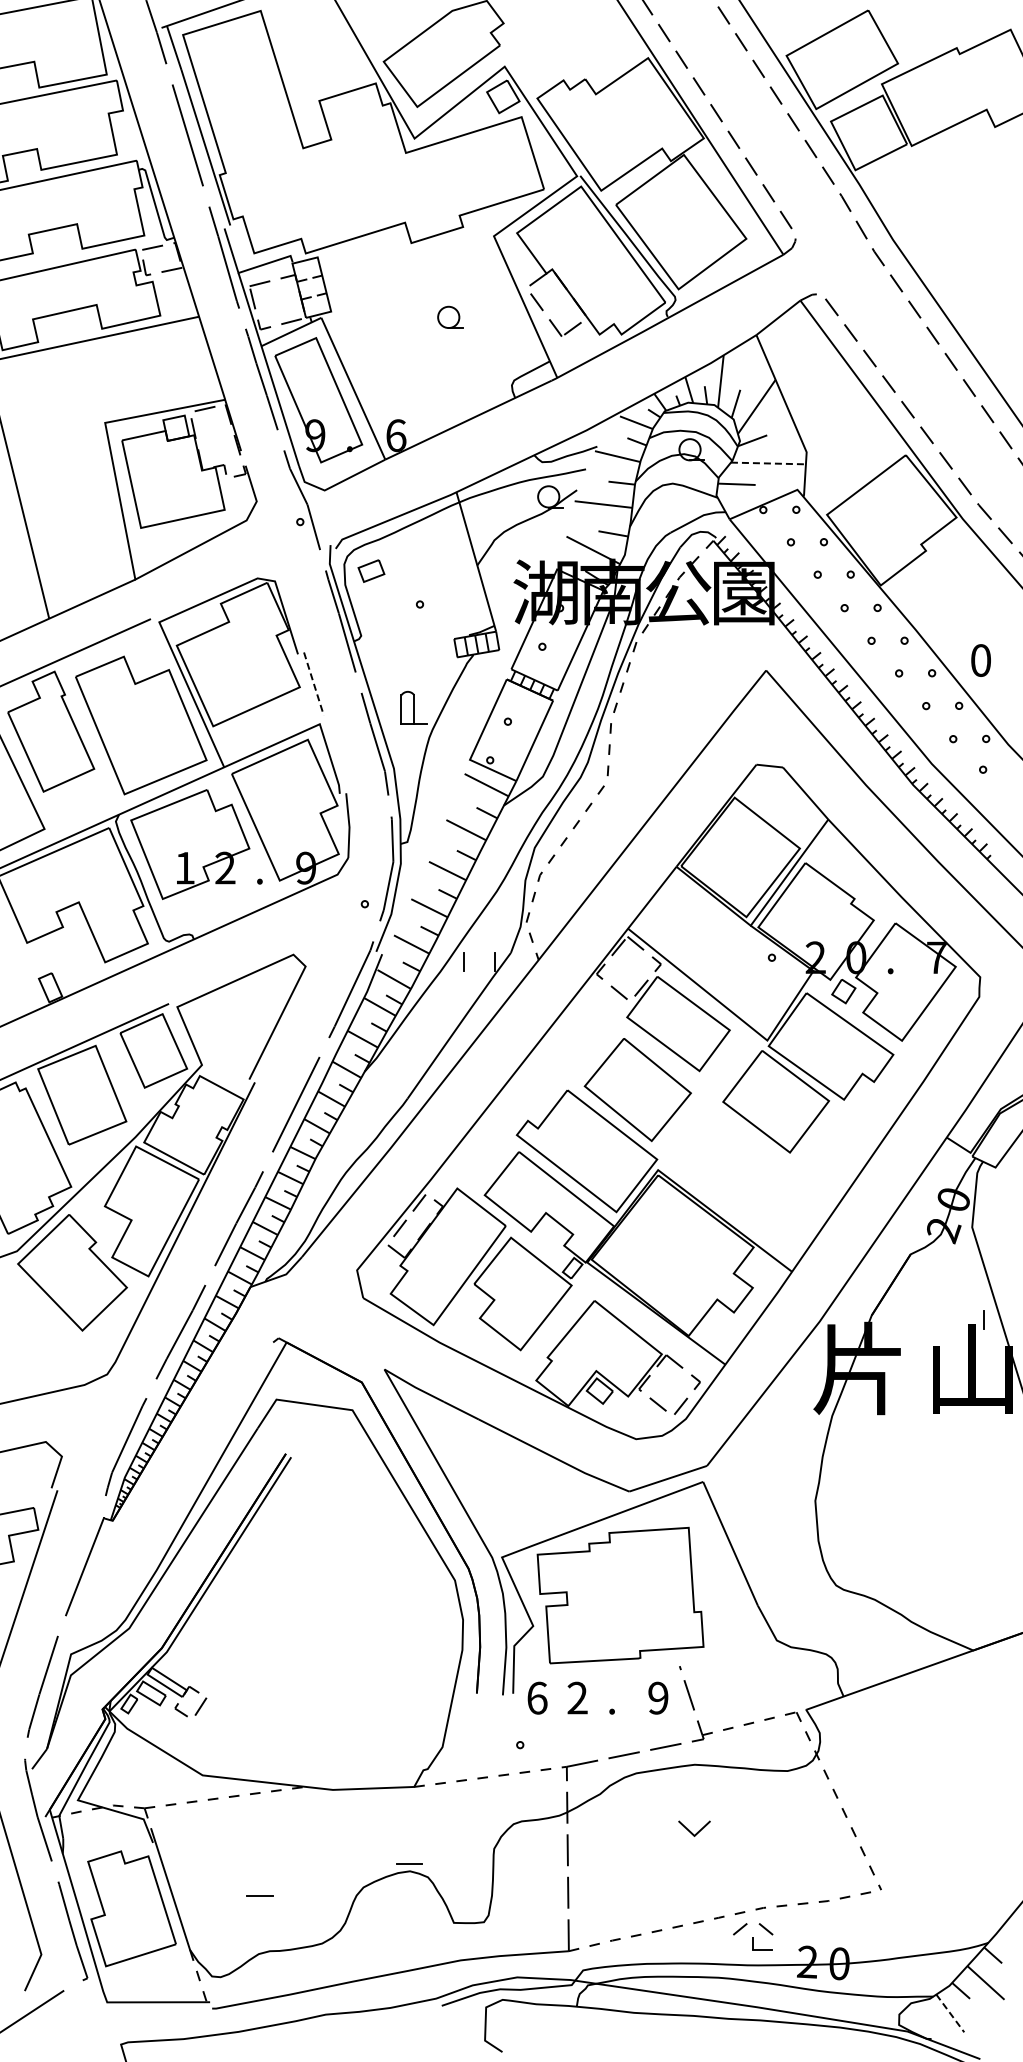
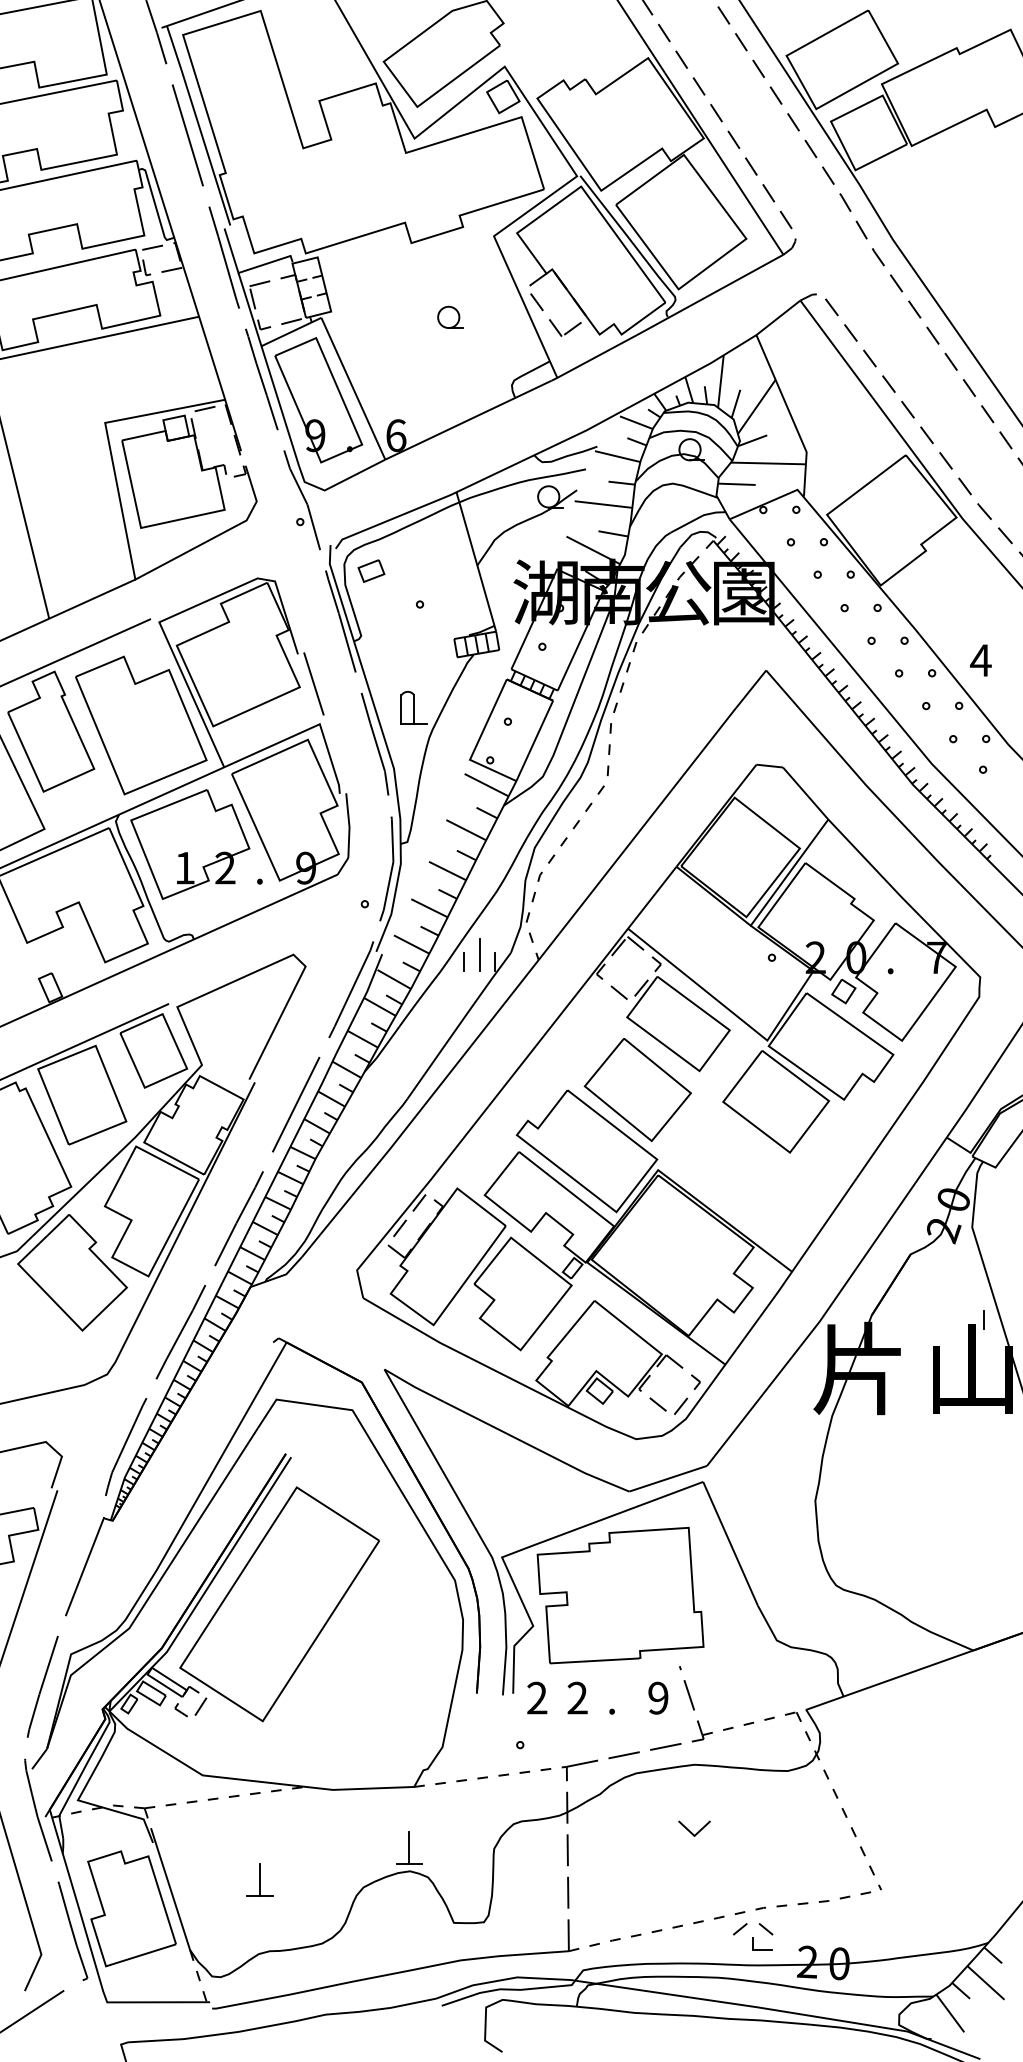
line at (768, 463): dashed -> solid
text at (980, 660): 0 -> 4
line at (314, 684): dashed -> solid
line at (479, 954): none -> present
part at (279, 1604): none -> present
text at (537, 1697): 6 -> 2
line at (409, 1847): none -> present
line at (260, 1880): none -> present
line at (950, 2013): dashed -> solid
